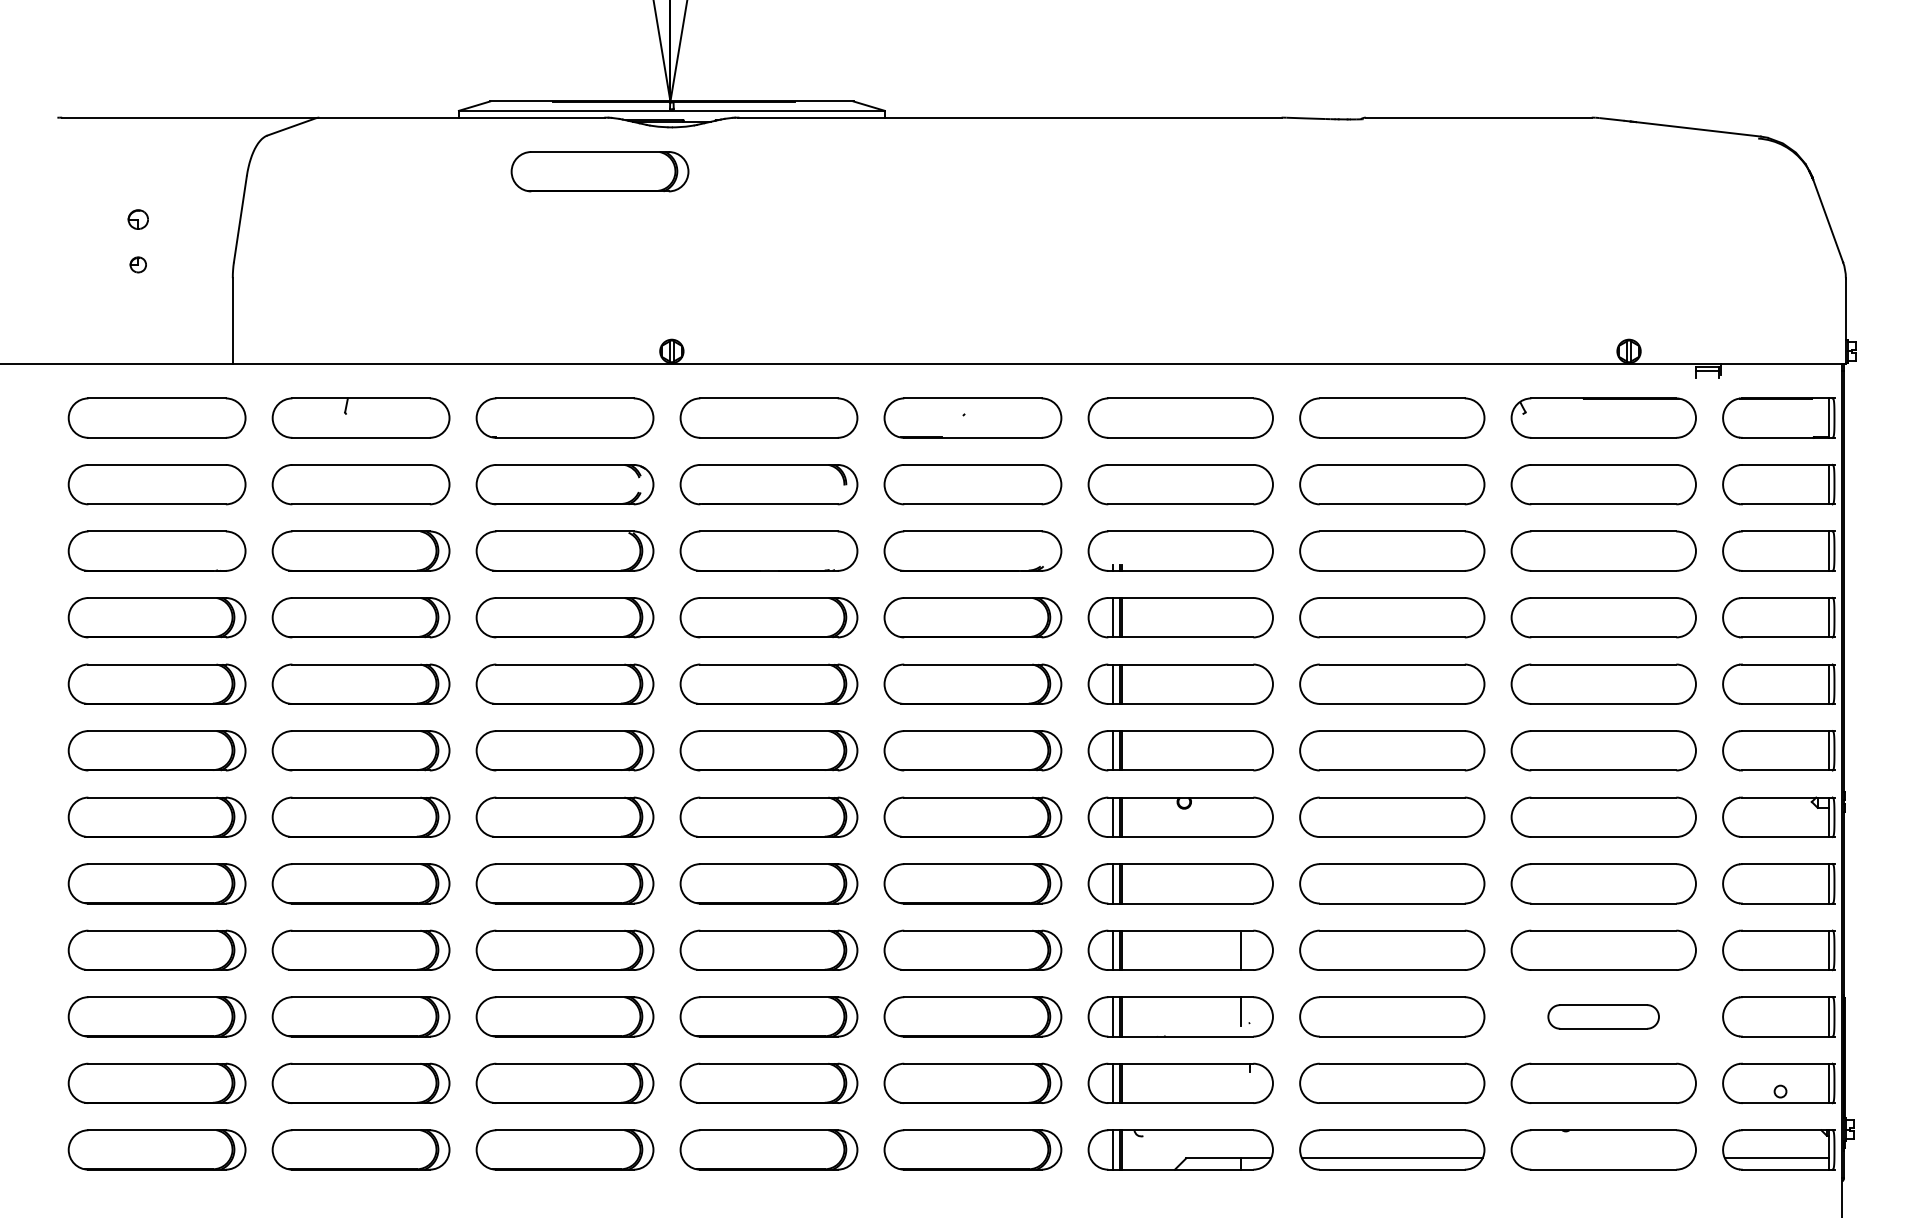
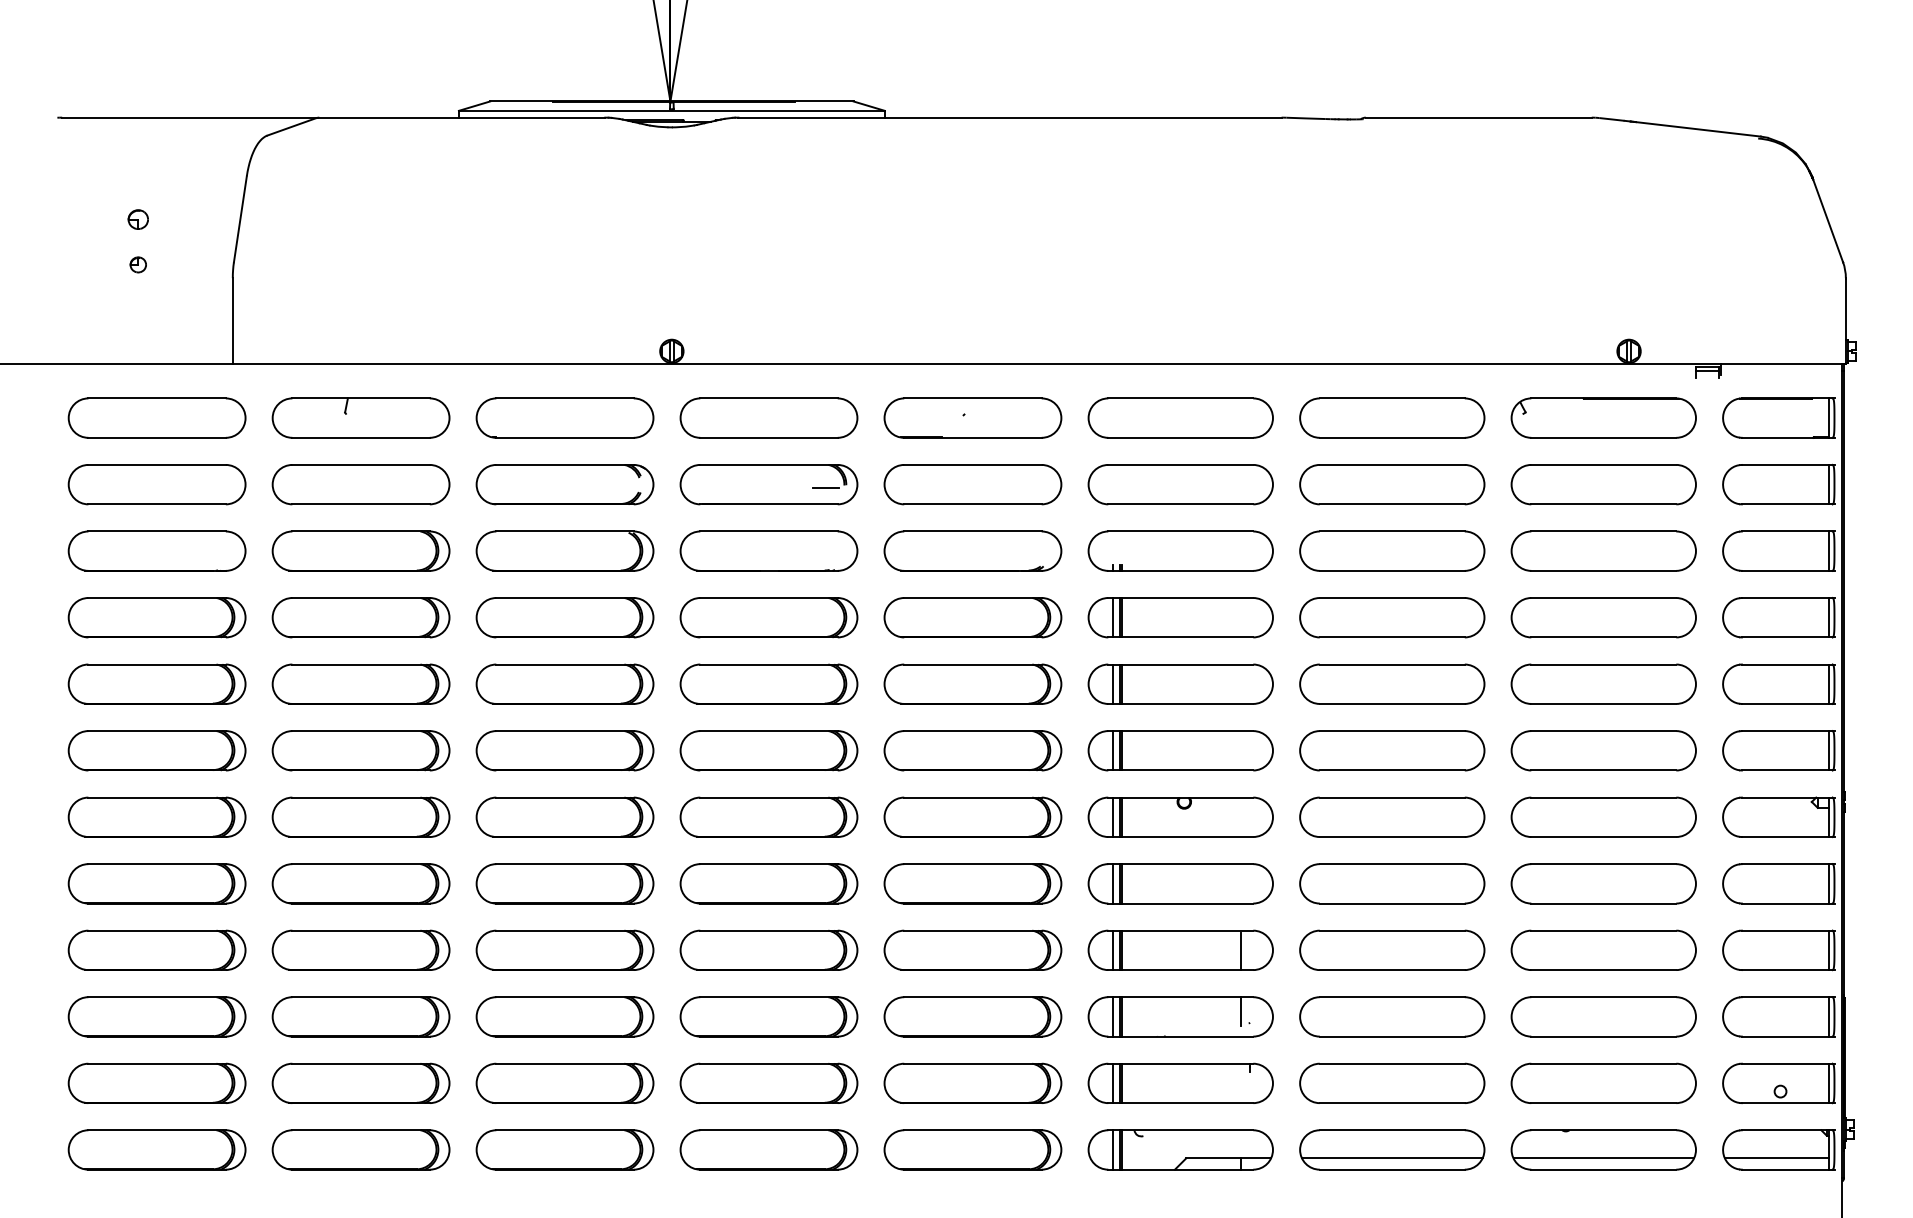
part at (599, 171): present -> none
line at (826, 488): none -> present
part at (1603, 1016) size: 113x26 px -> 187x42 px
line at (1603, 1158): none -> present
